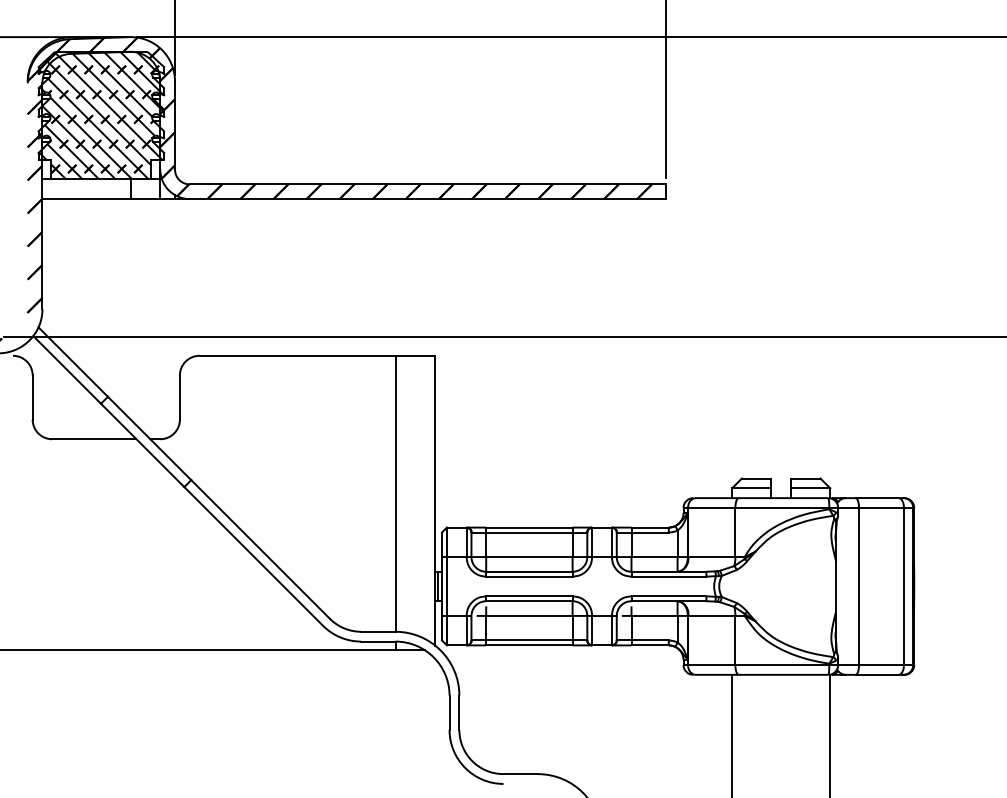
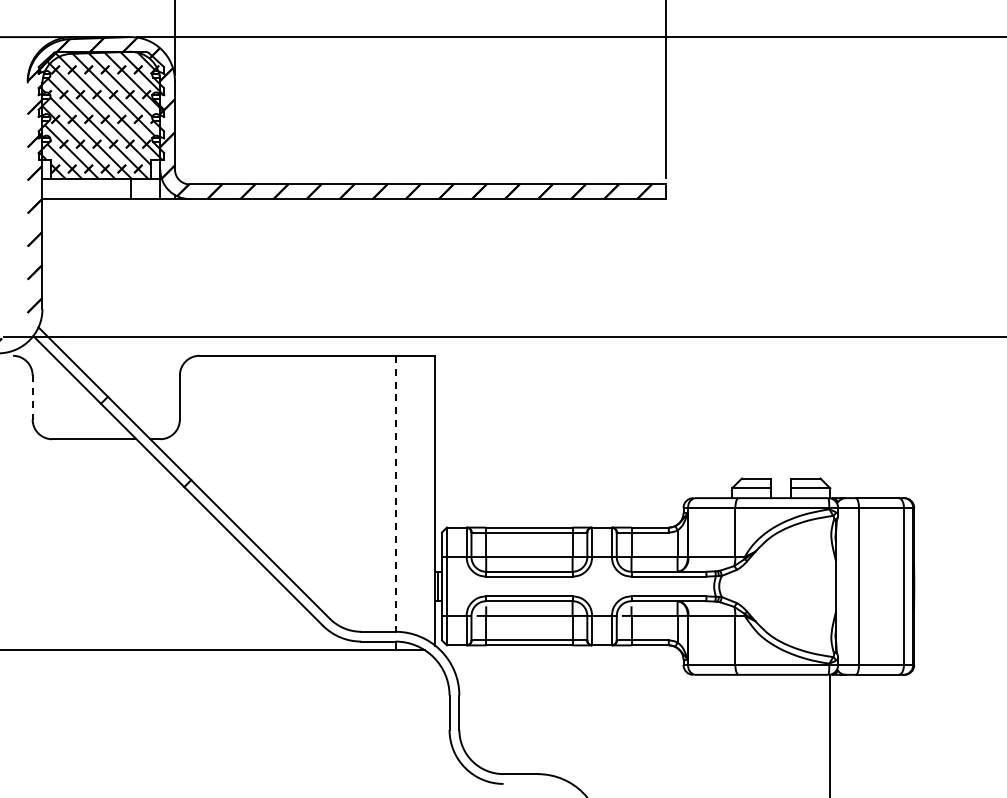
line at (32, 398): solid -> dashed
line at (395, 493): solid -> dashed
line at (732, 734): present -> none
